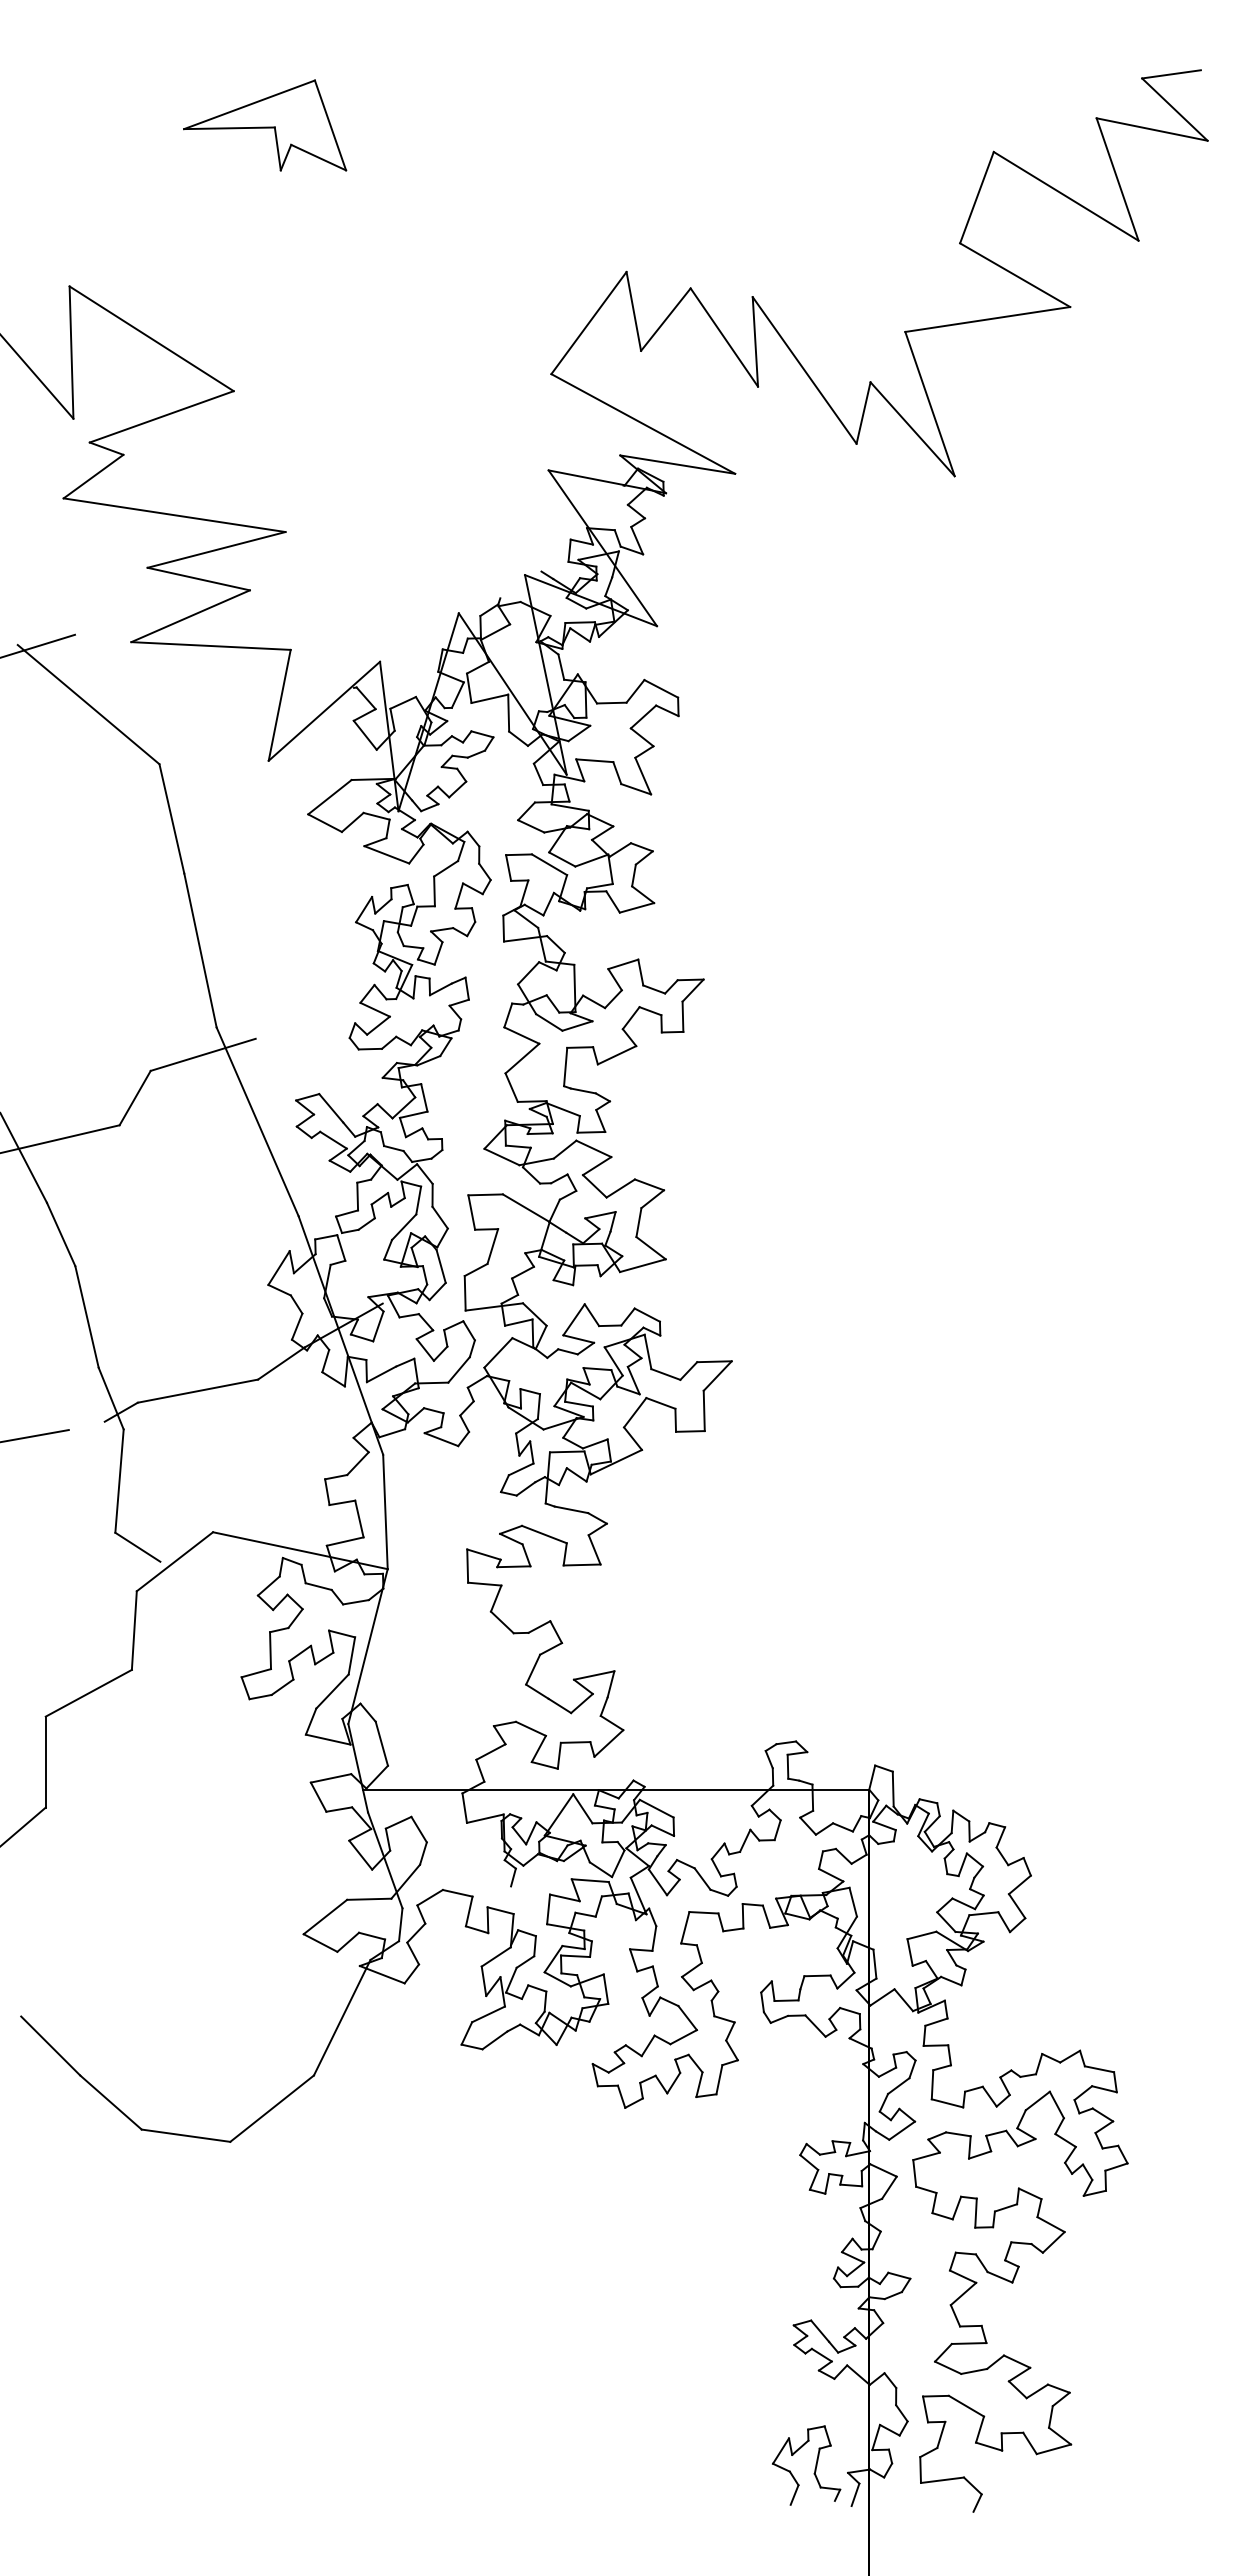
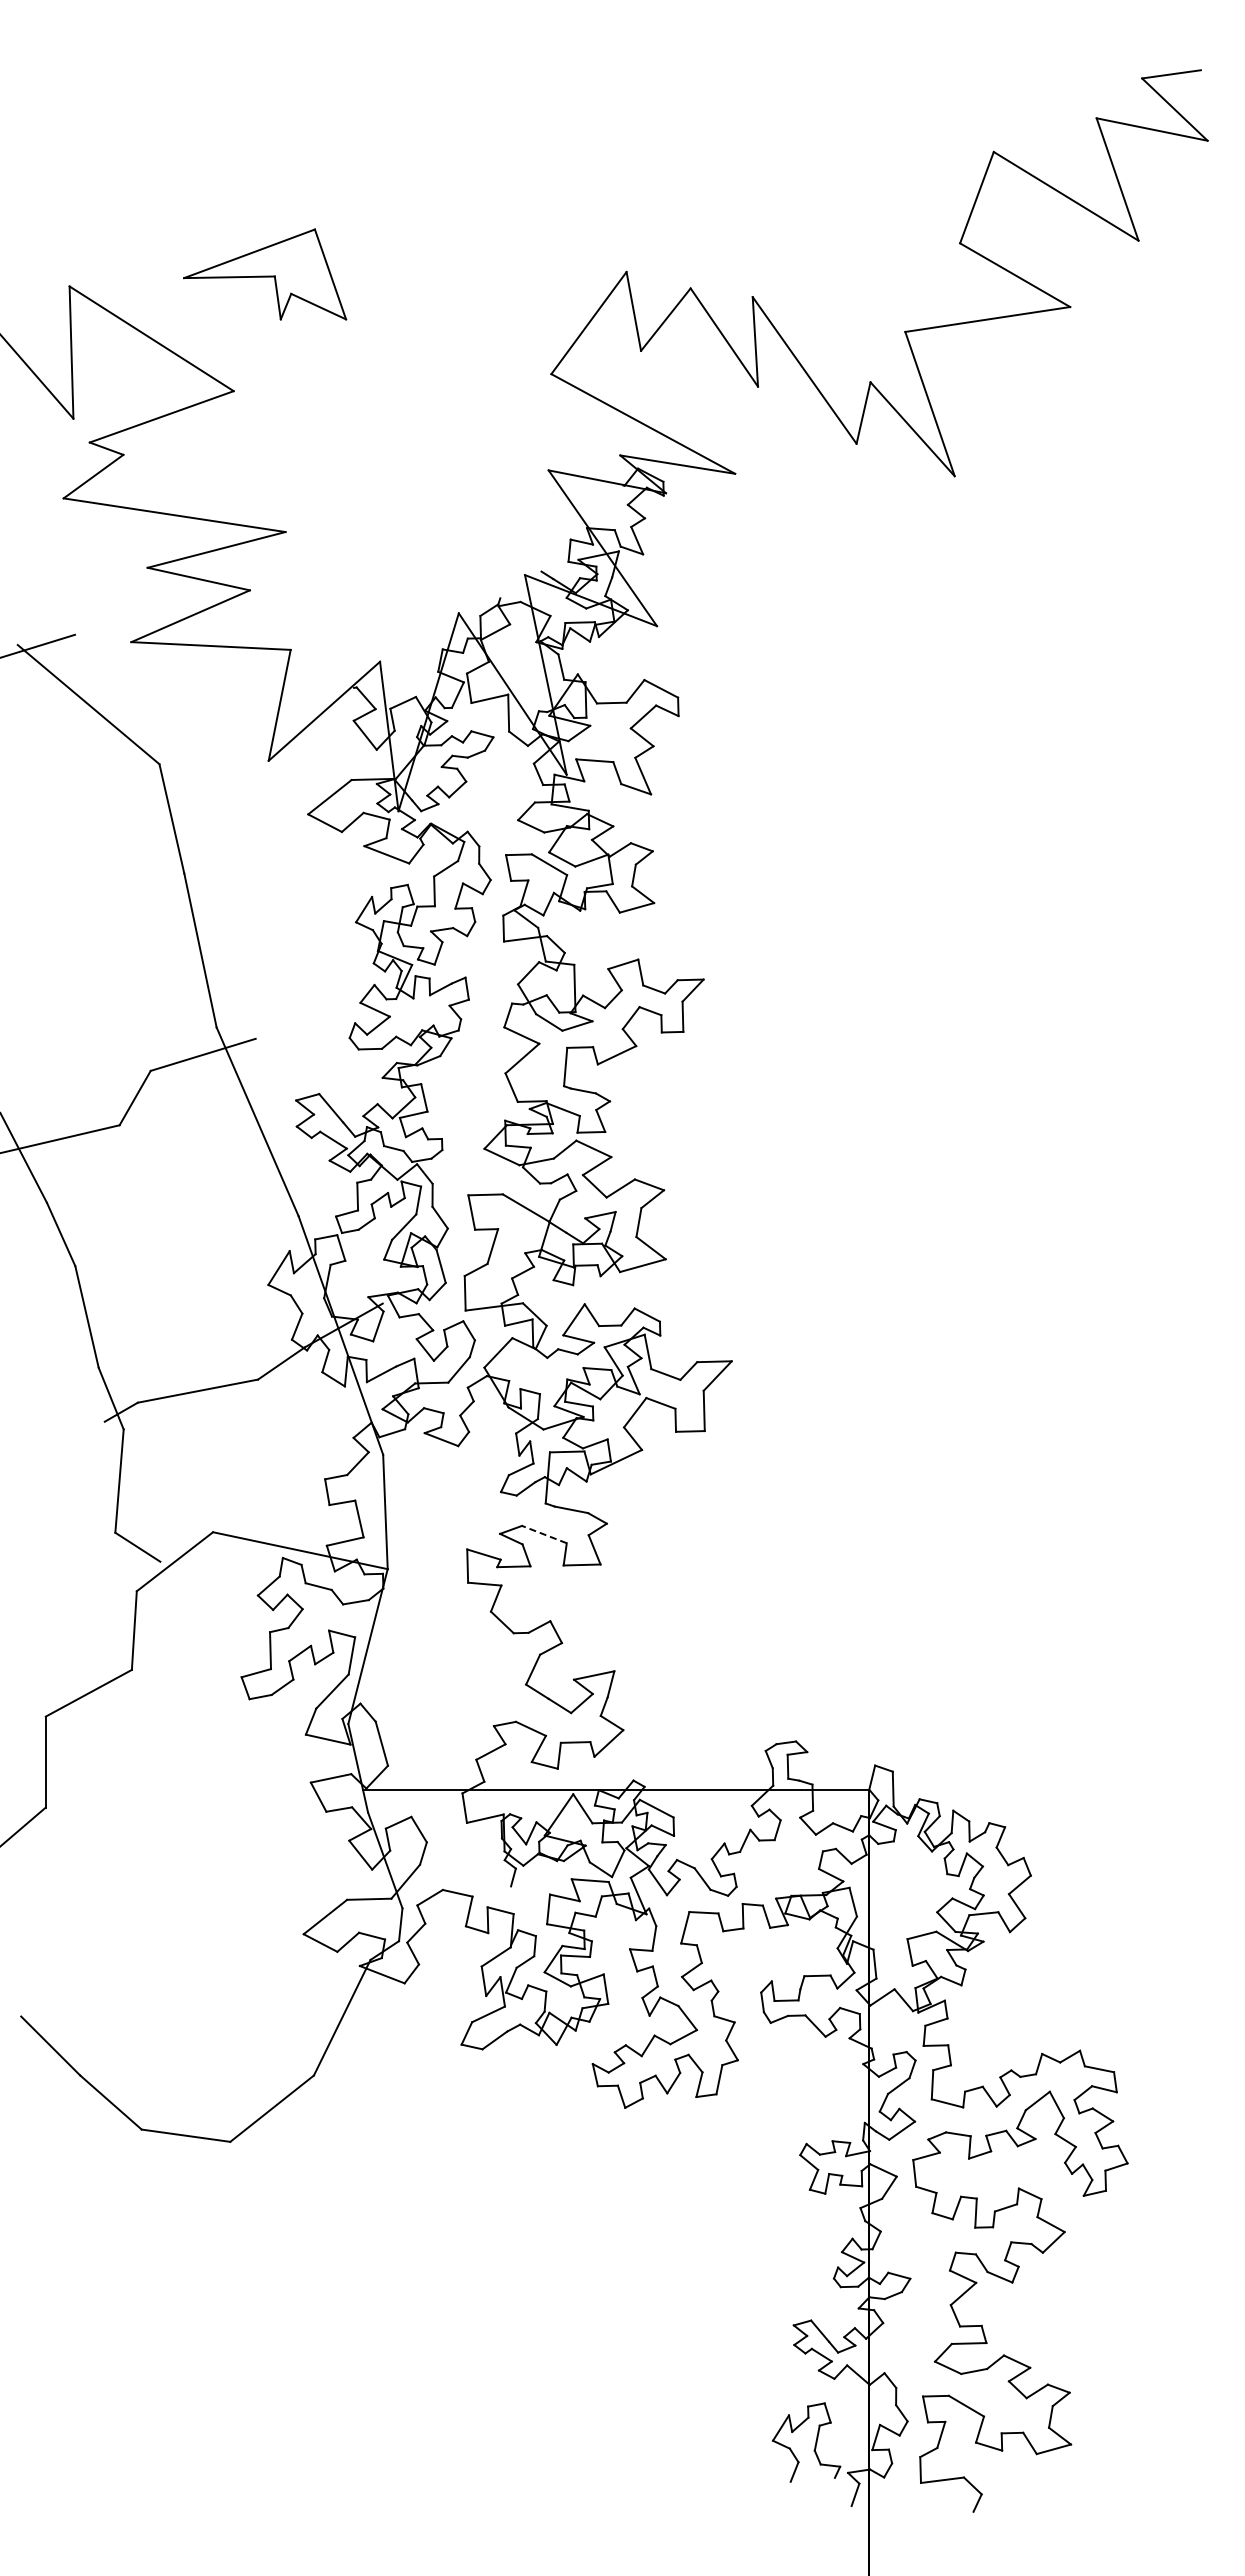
part at (265, 125) position: (265, 125) -> (265, 274)
line at (35, 1435): present -> none
line at (544, 1534): solid -> dashed
part at (814, 2468) position: (814, 2468) -> (814, 2445)
